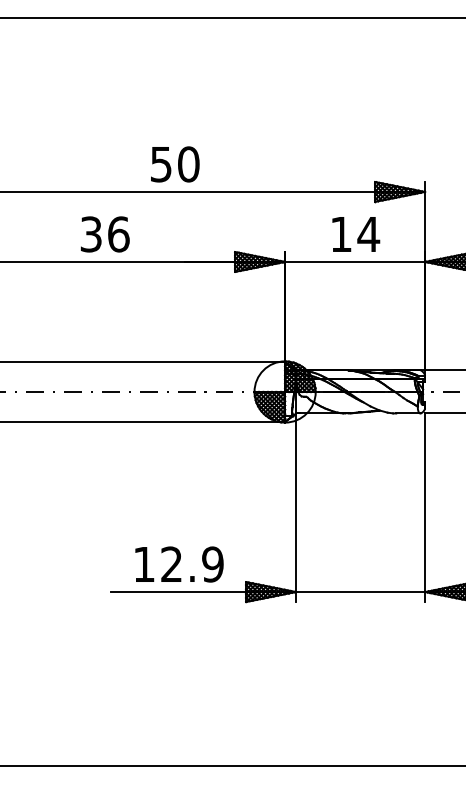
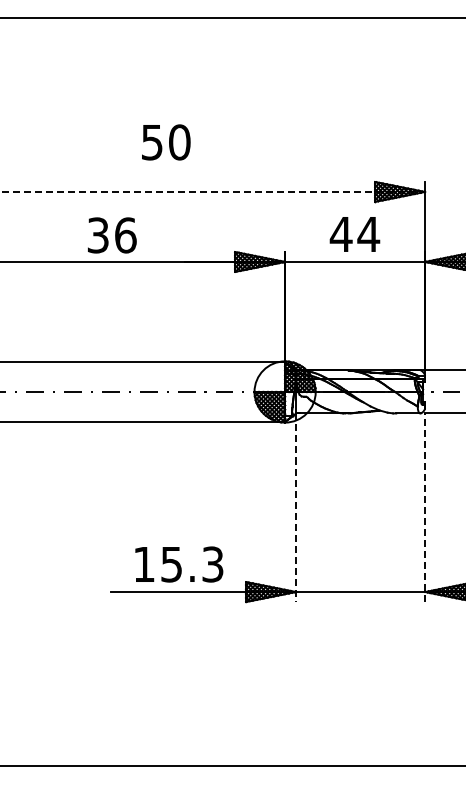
text at (175, 164) position: (175, 164) -> (166, 142)
line at (213, 191): solid -> dashed
text at (105, 234) position: (105, 234) -> (112, 235)
text at (340, 234): 14 -> 44
line at (425, 507): solid -> dashed
line at (296, 508): solid -> dashed
text at (192, 564): 12.9 -> 15.3
